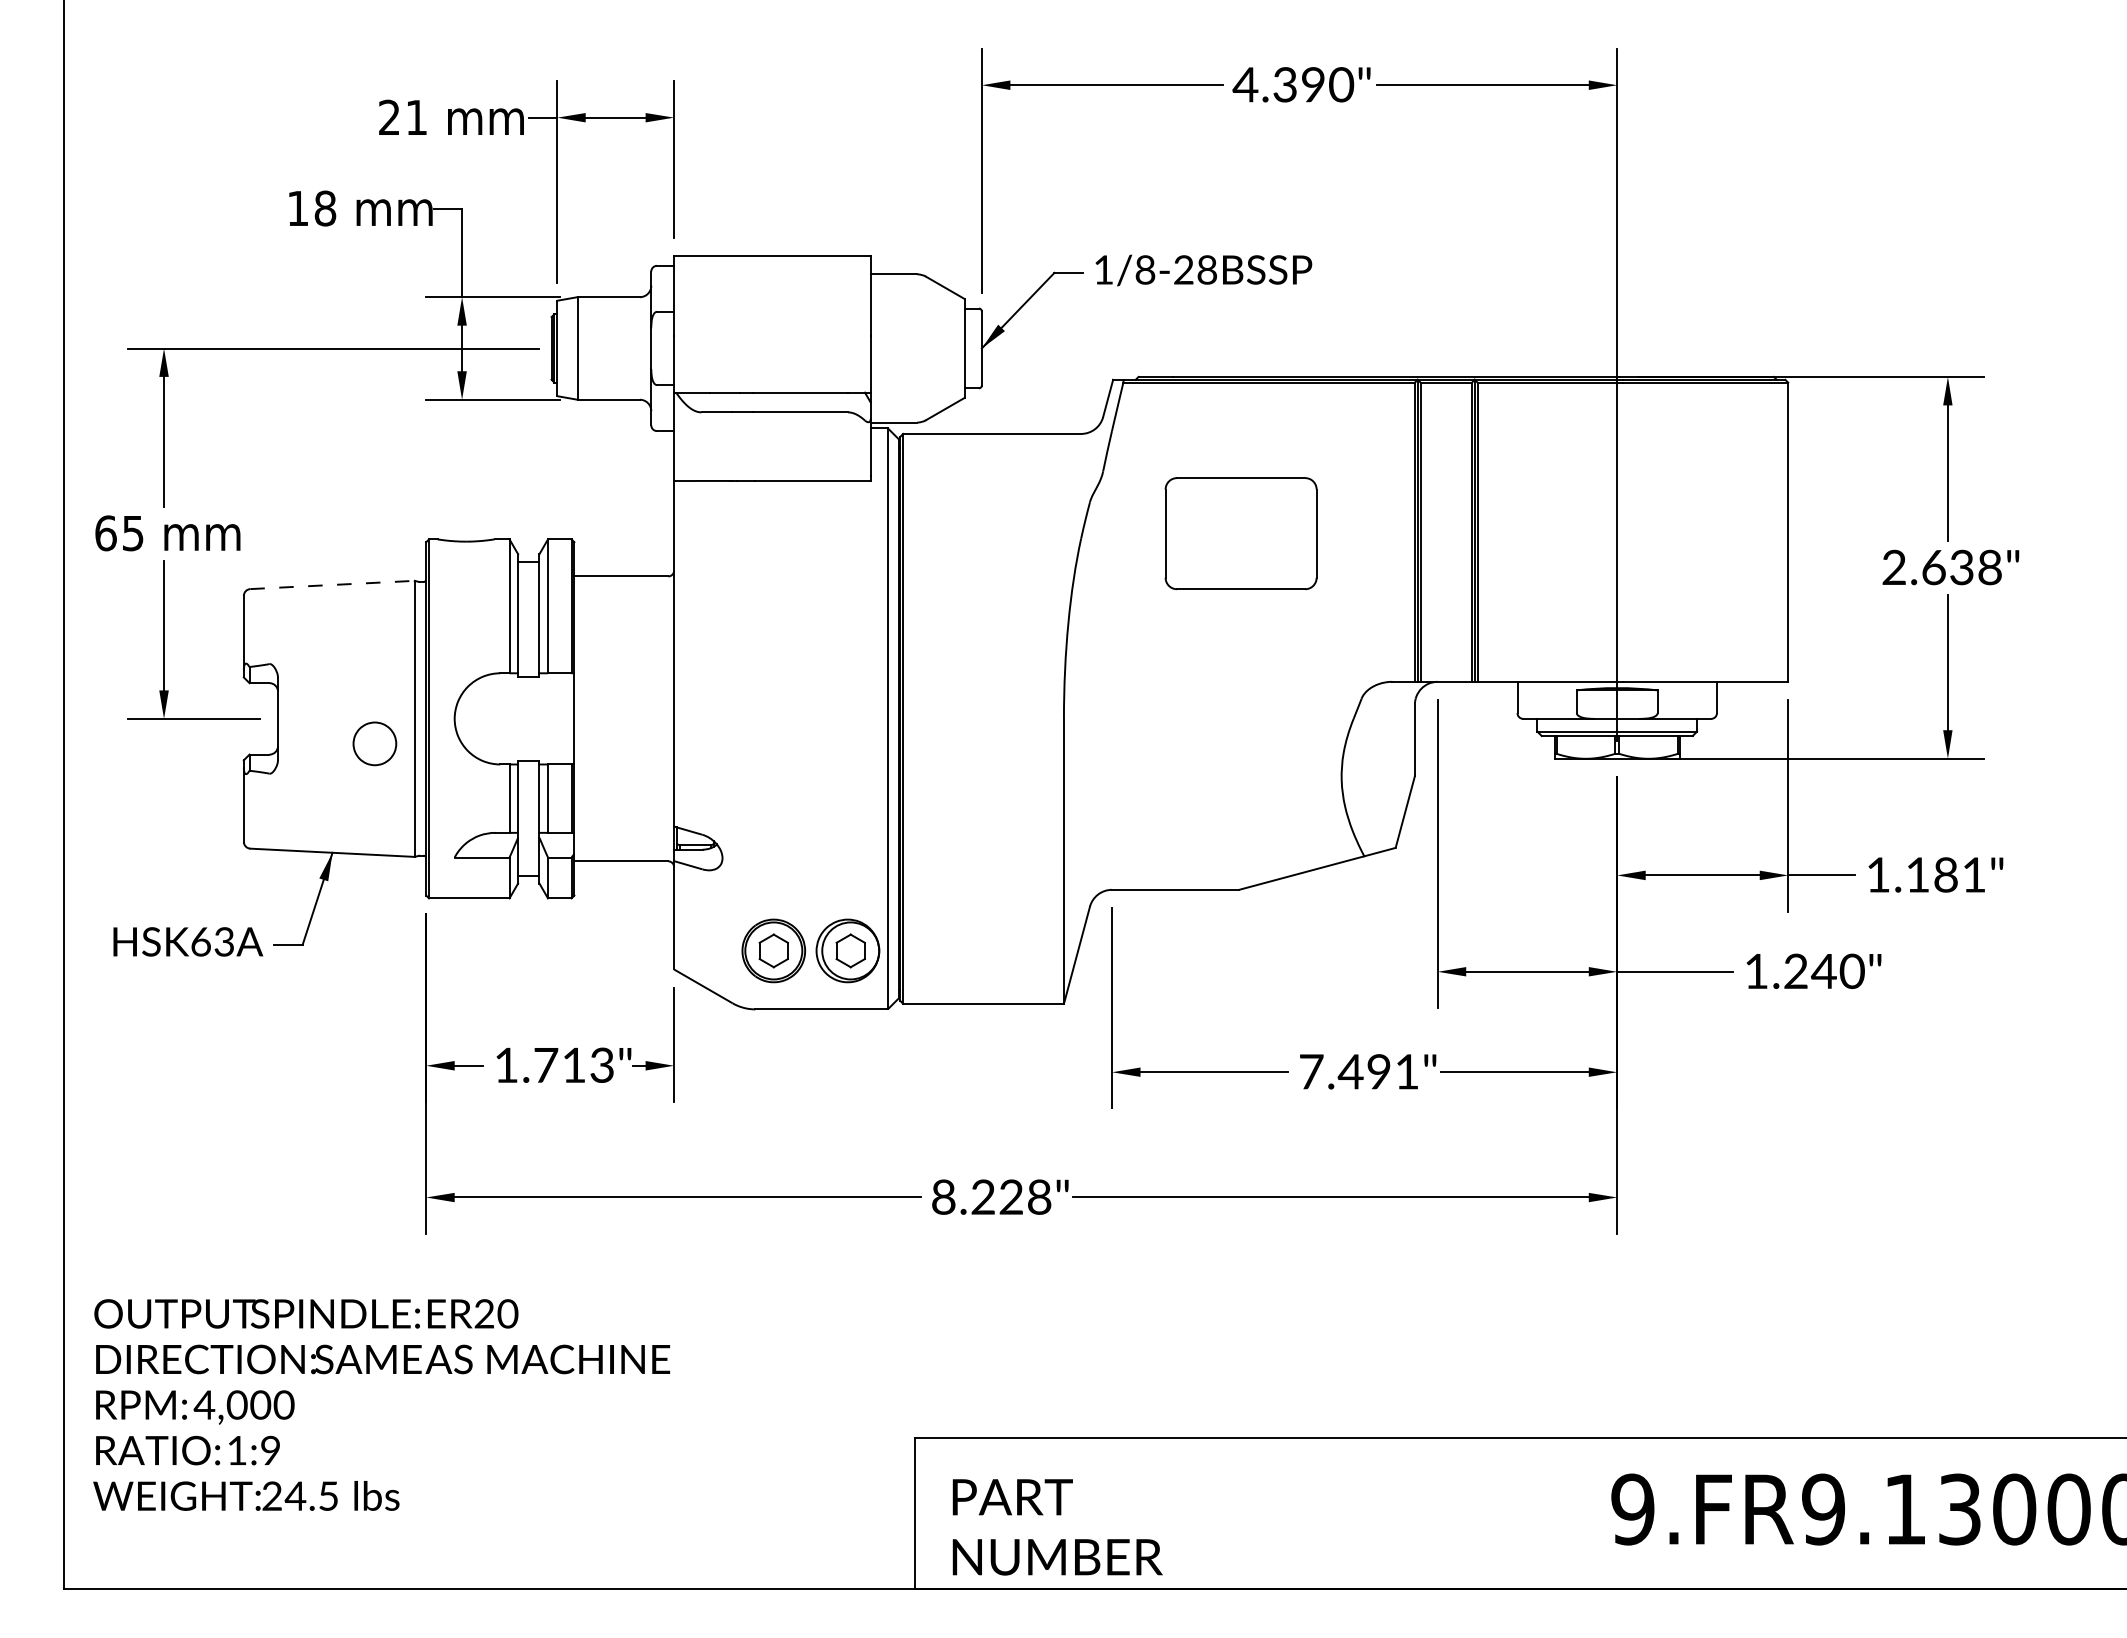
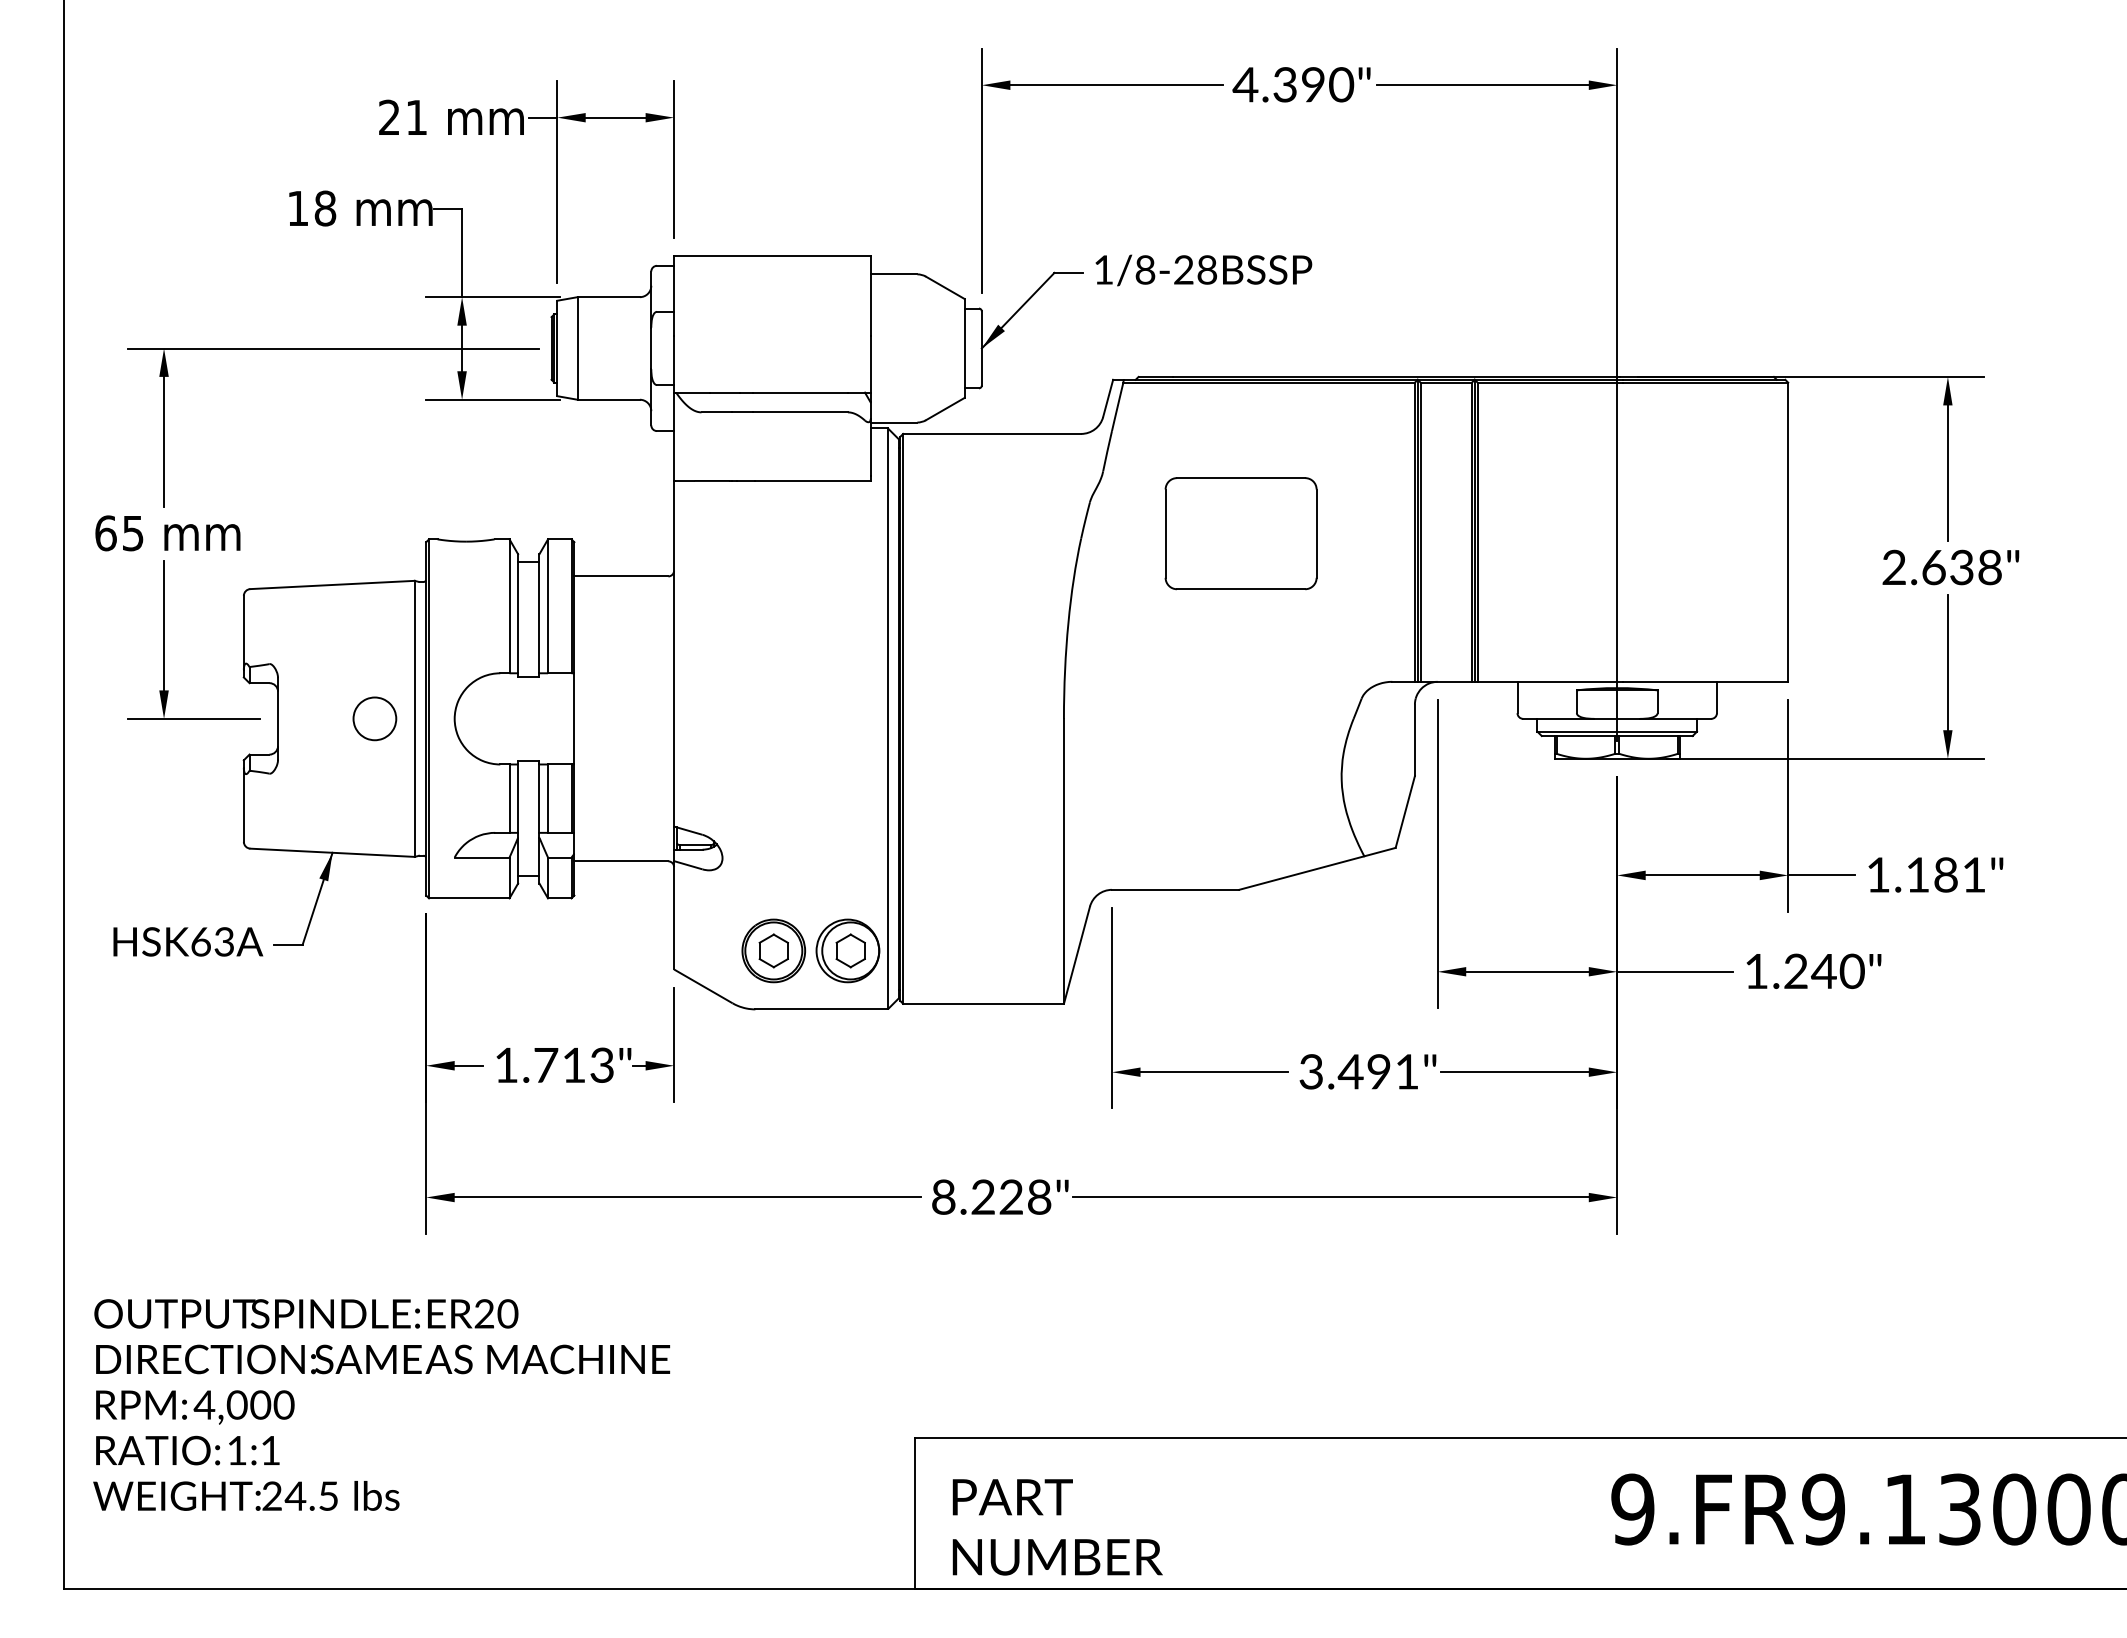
line at (333, 584): dashed -> solid
part at (374, 743) position: (374, 743) -> (374, 718)
text at (1311, 1071): 7.491" -> 3.491"
text at (270, 1450): 1:9 -> 1:1
